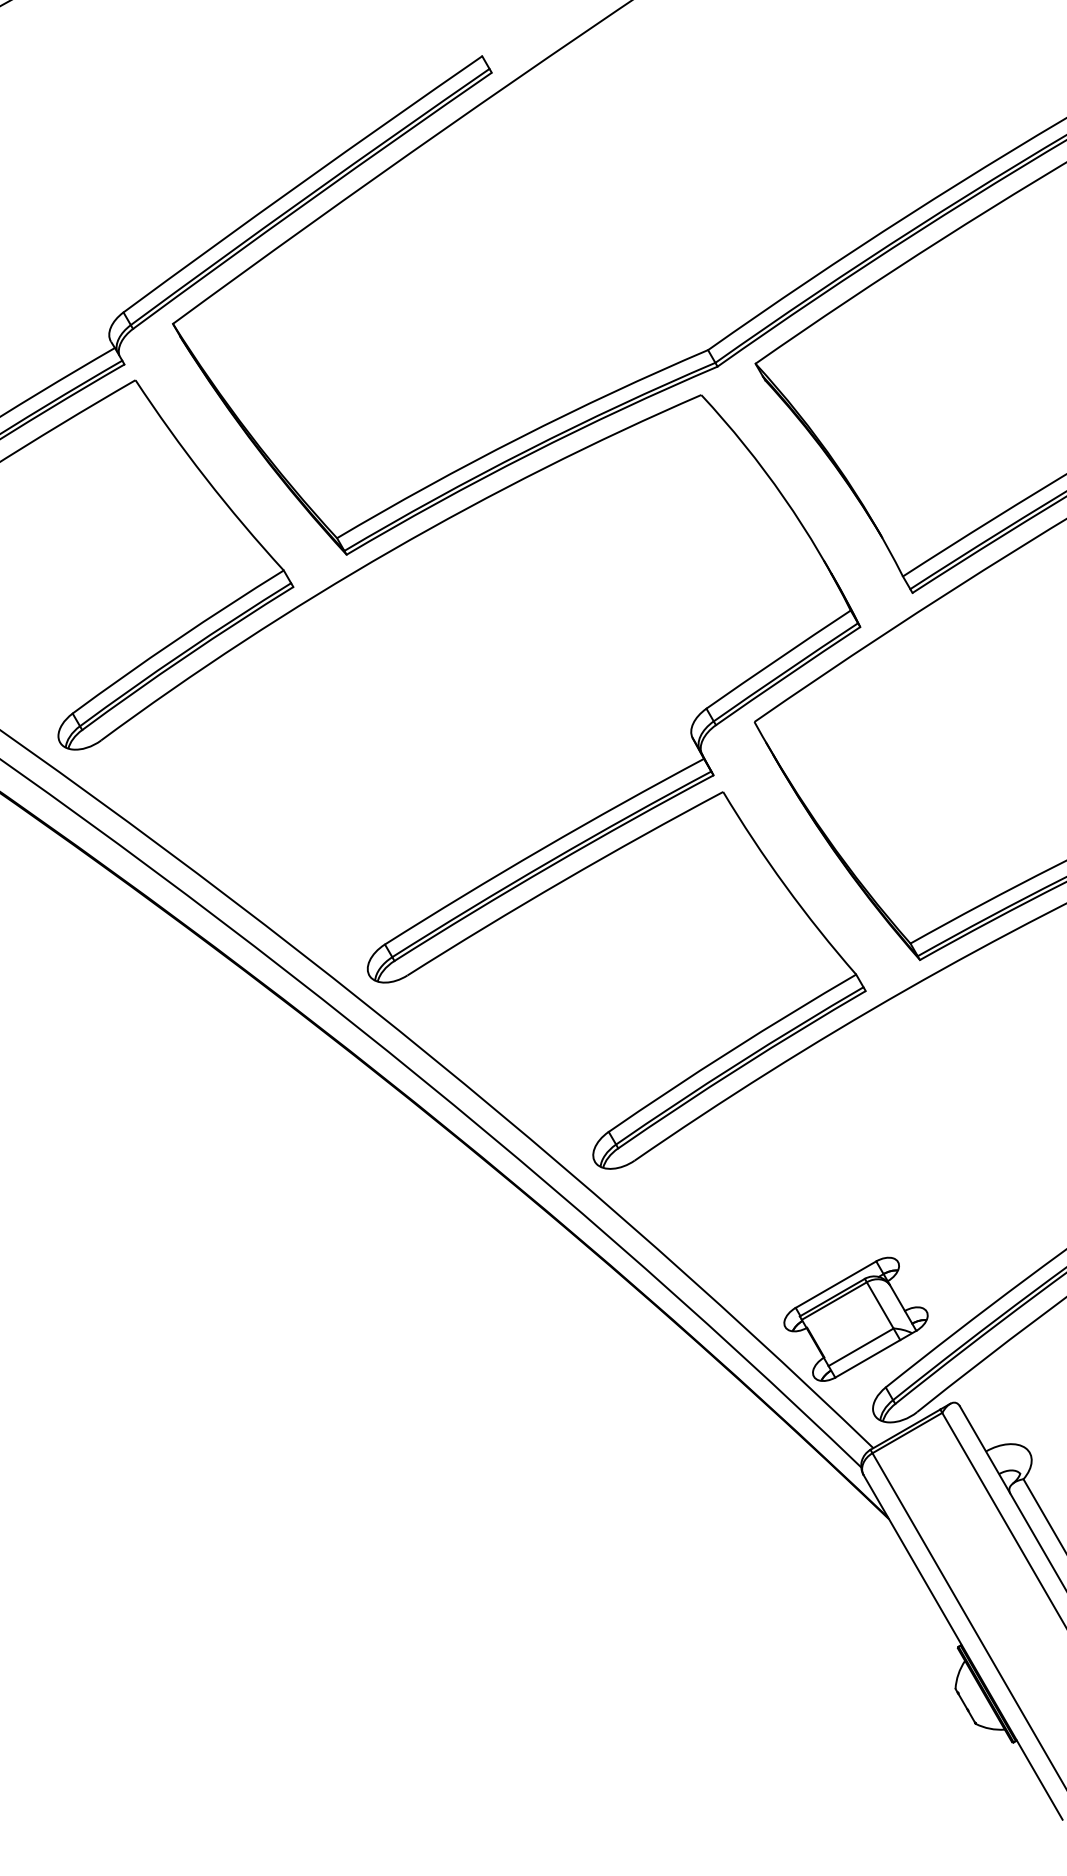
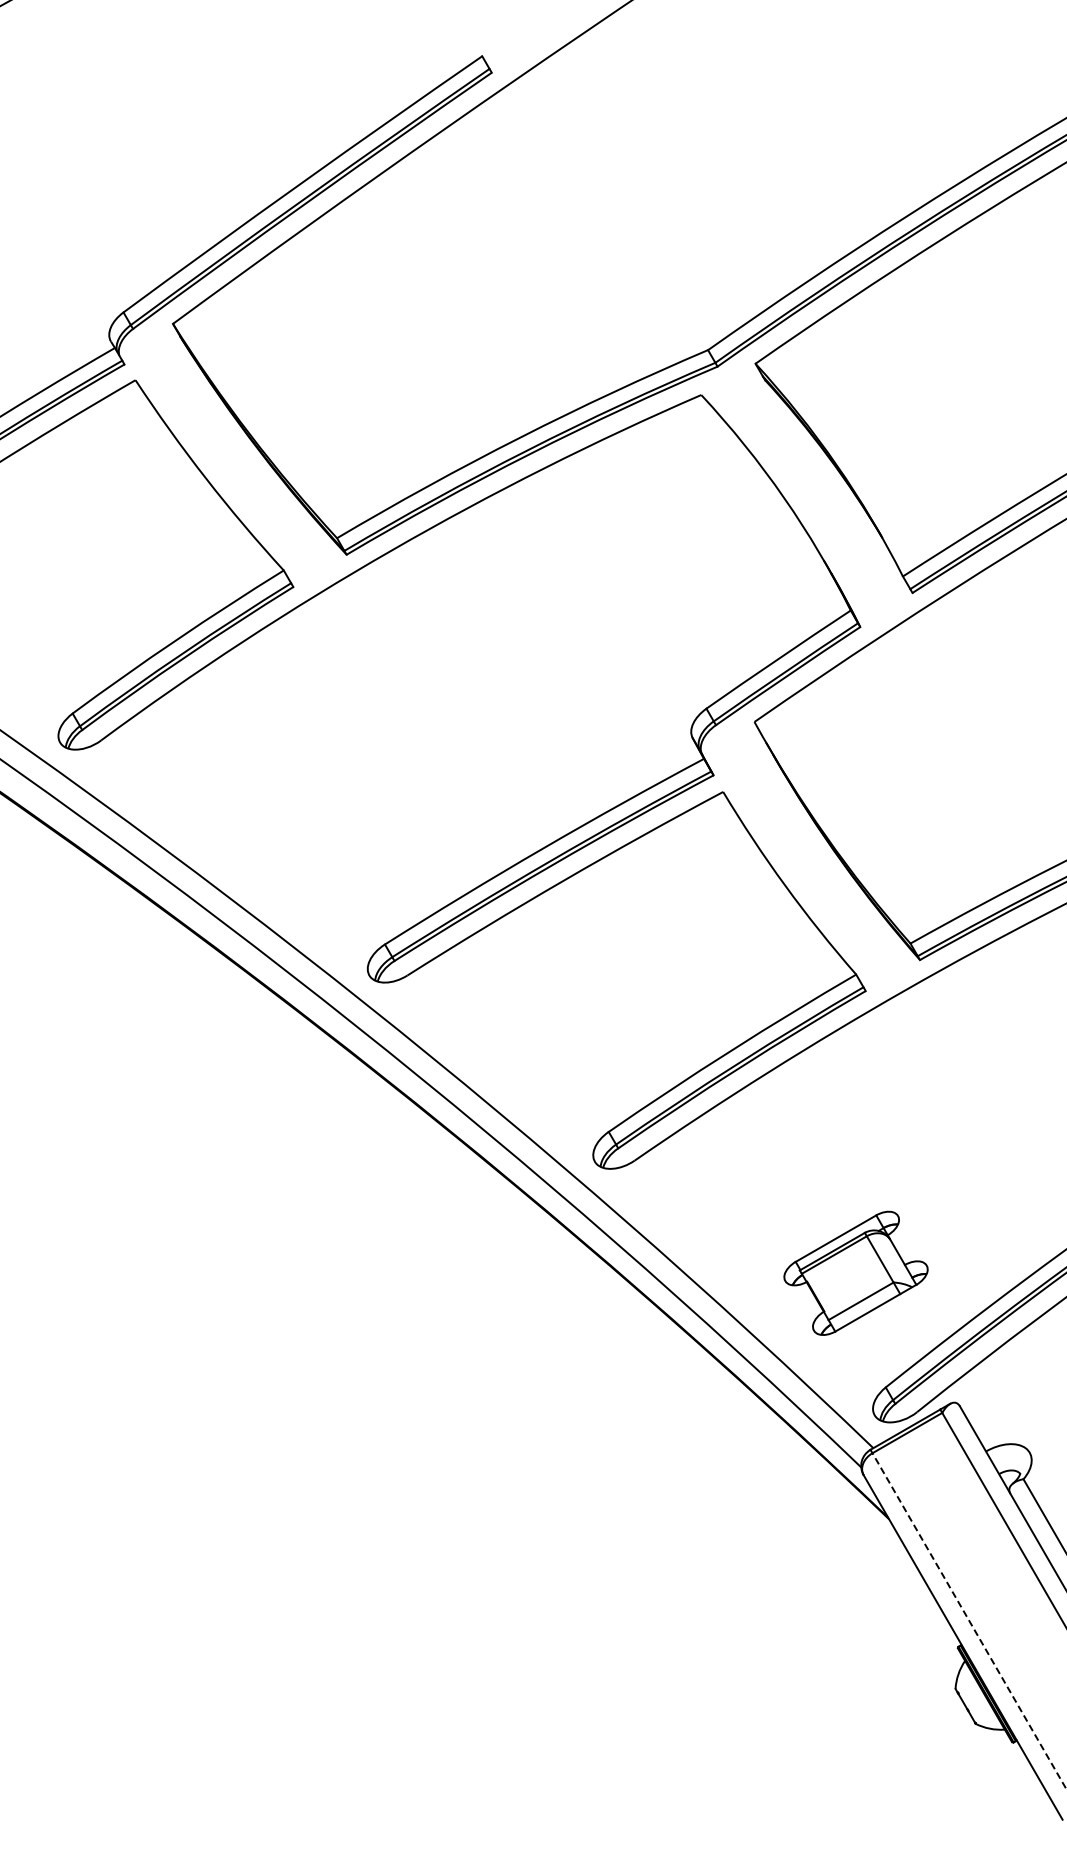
part at (855, 1318) position: (855, 1318) -> (855, 1272)
line at (969, 1621): solid -> dashed
